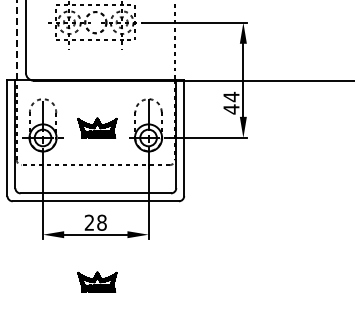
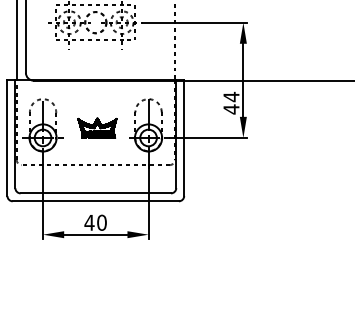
line at (16, 40): dashed -> solid
text at (95, 222): 28 -> 40
part at (97, 281): present -> none
